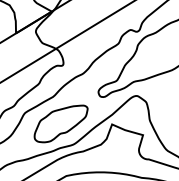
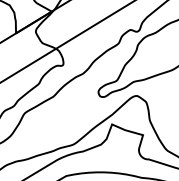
part at (60, 123): present -> none
